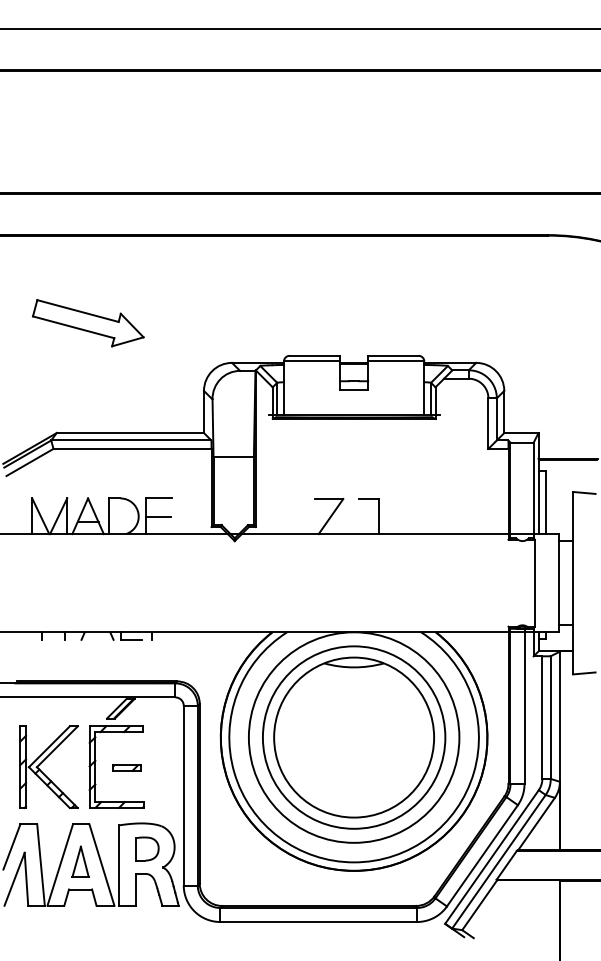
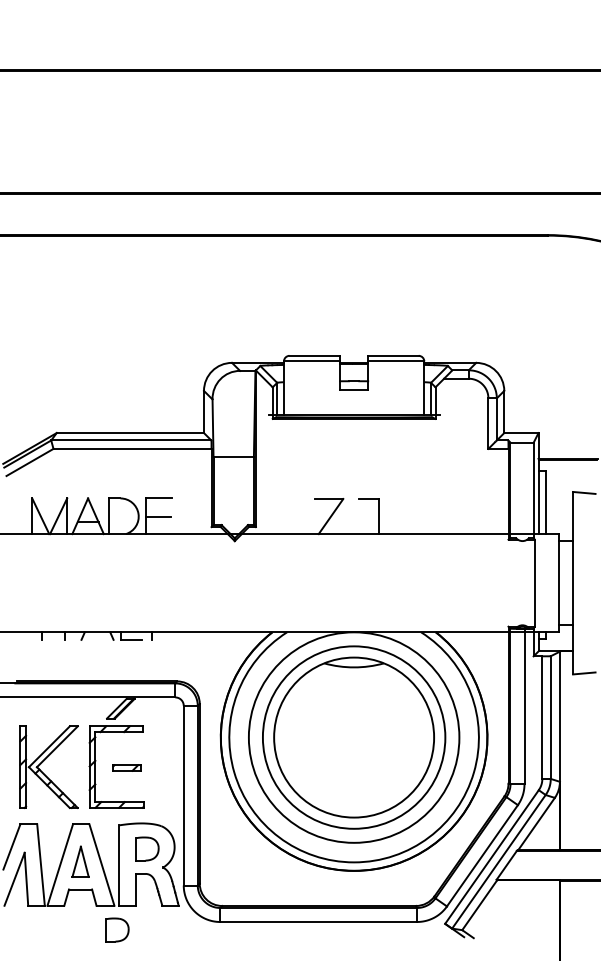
line at (299, 28): present -> none
part at (88, 323): present -> none
part at (117, 929): none -> present
